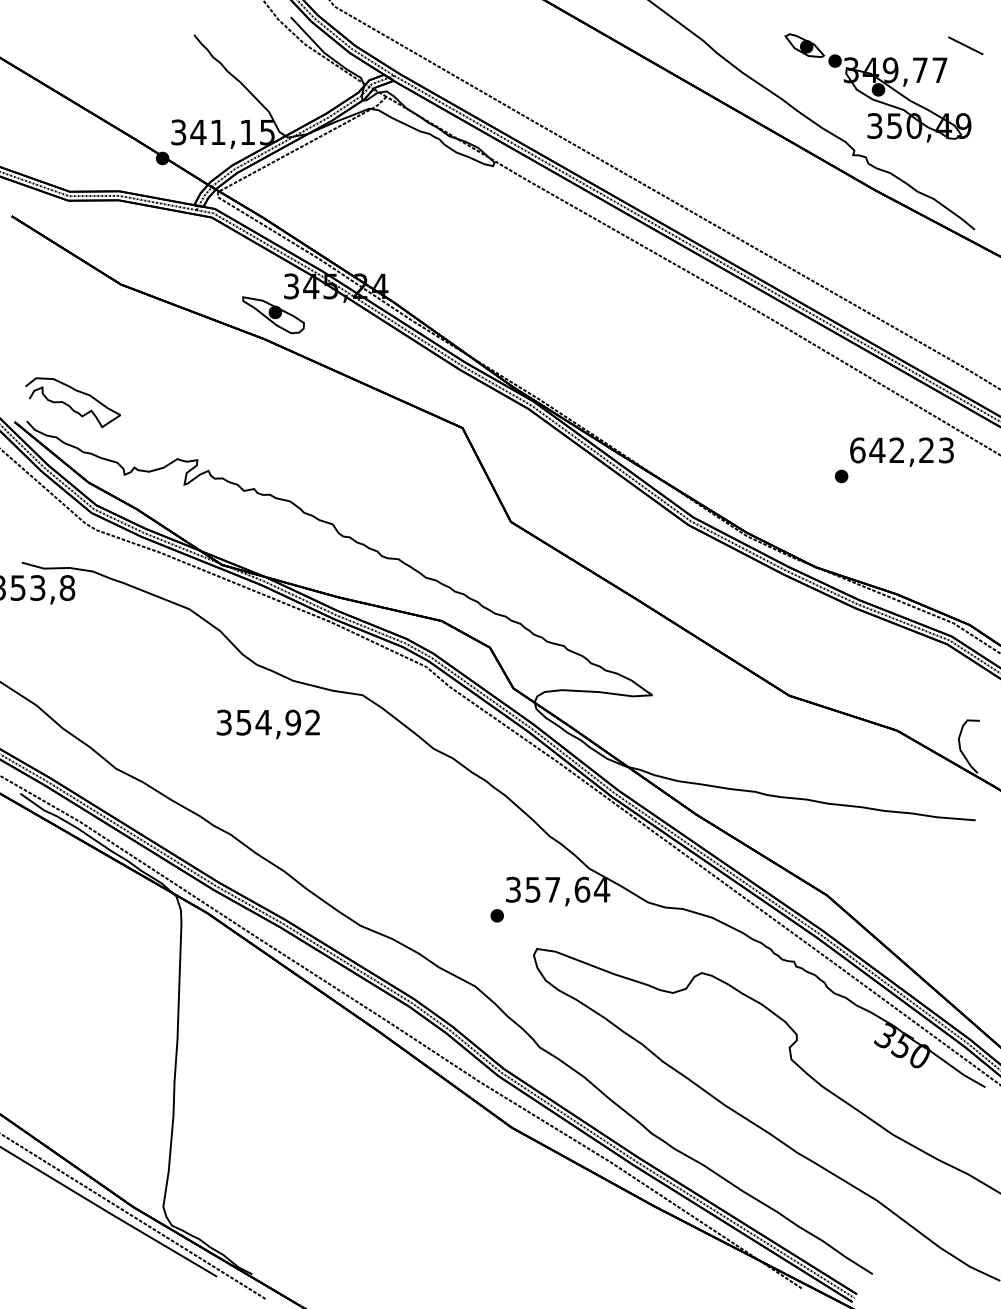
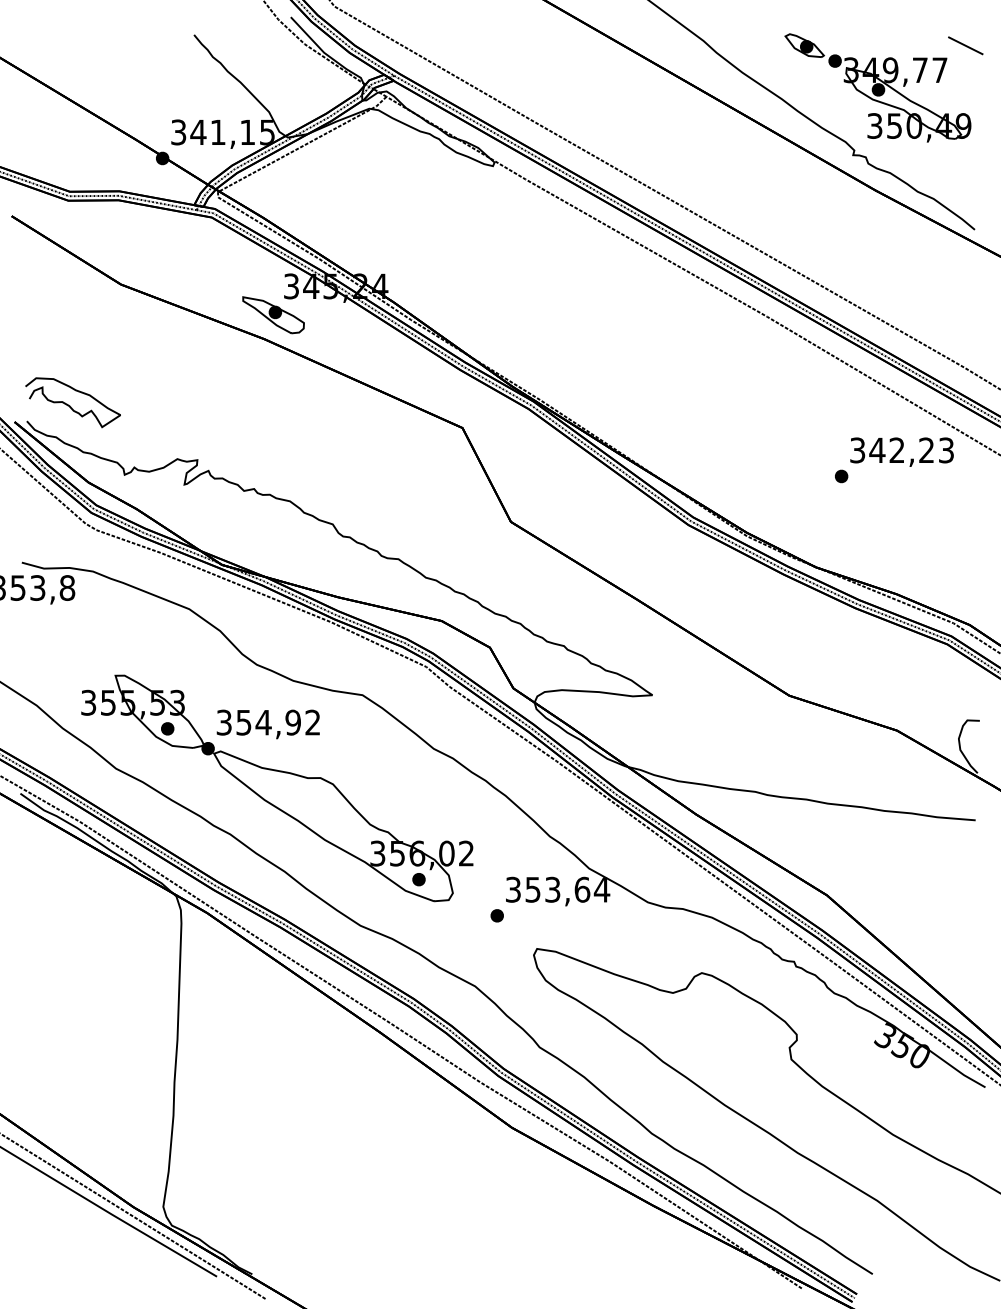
text at (857, 450): 642,23 -> 342,23
part at (277, 788): none -> present
text at (552, 889): 357,64 -> 353,64
